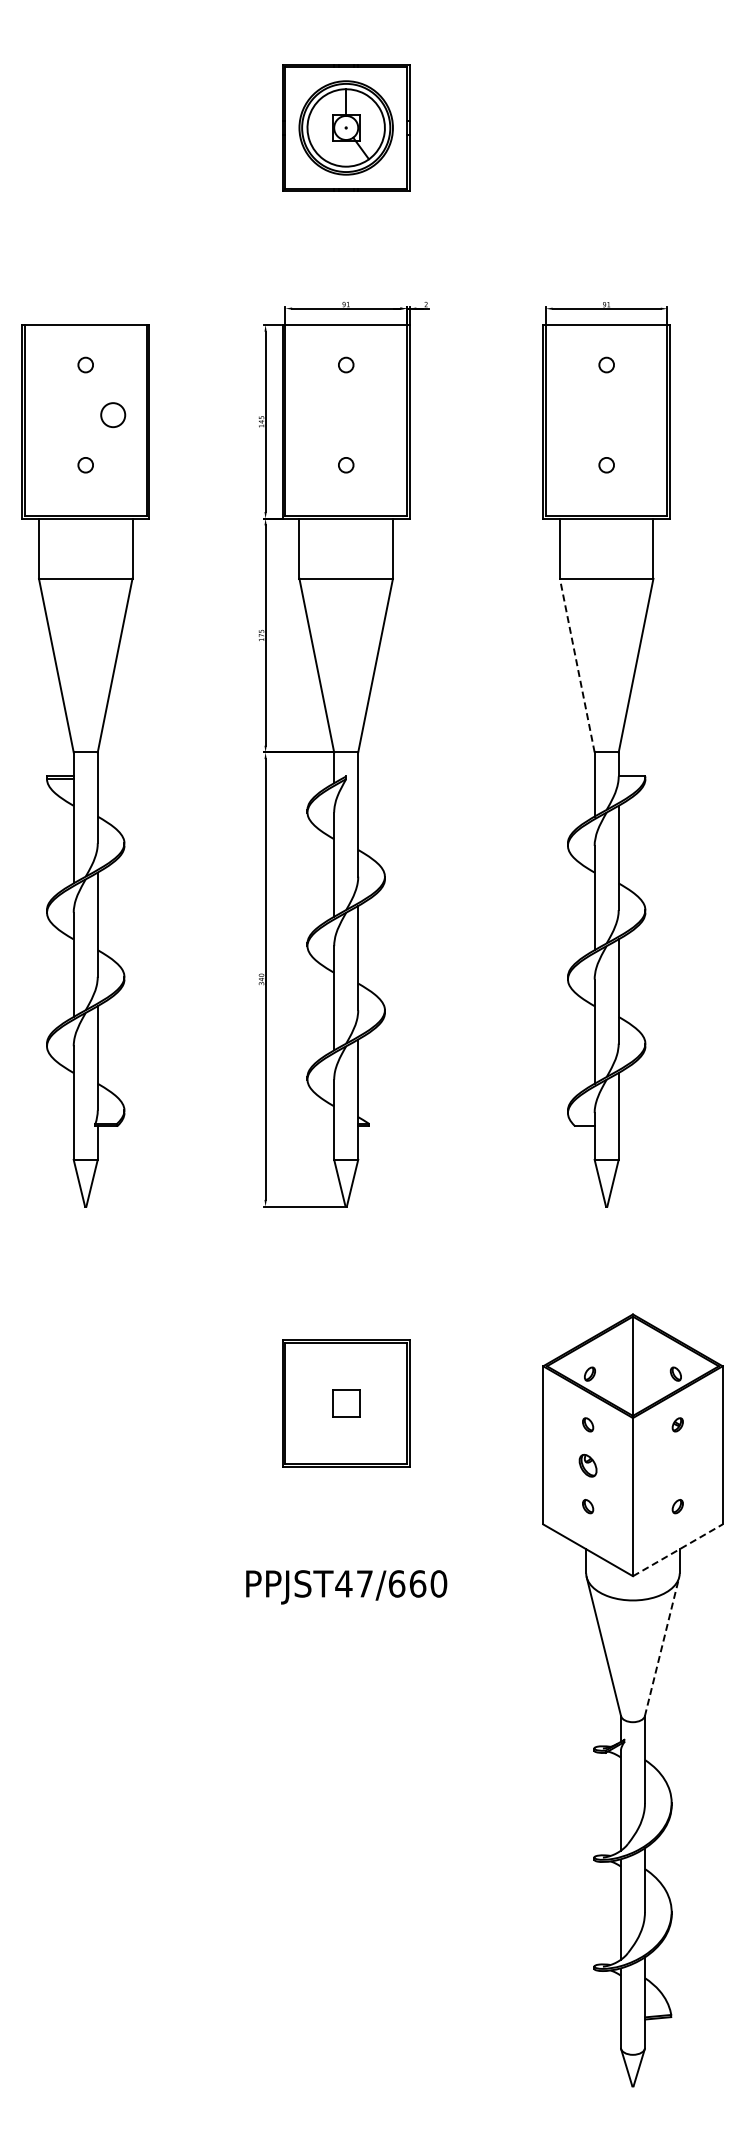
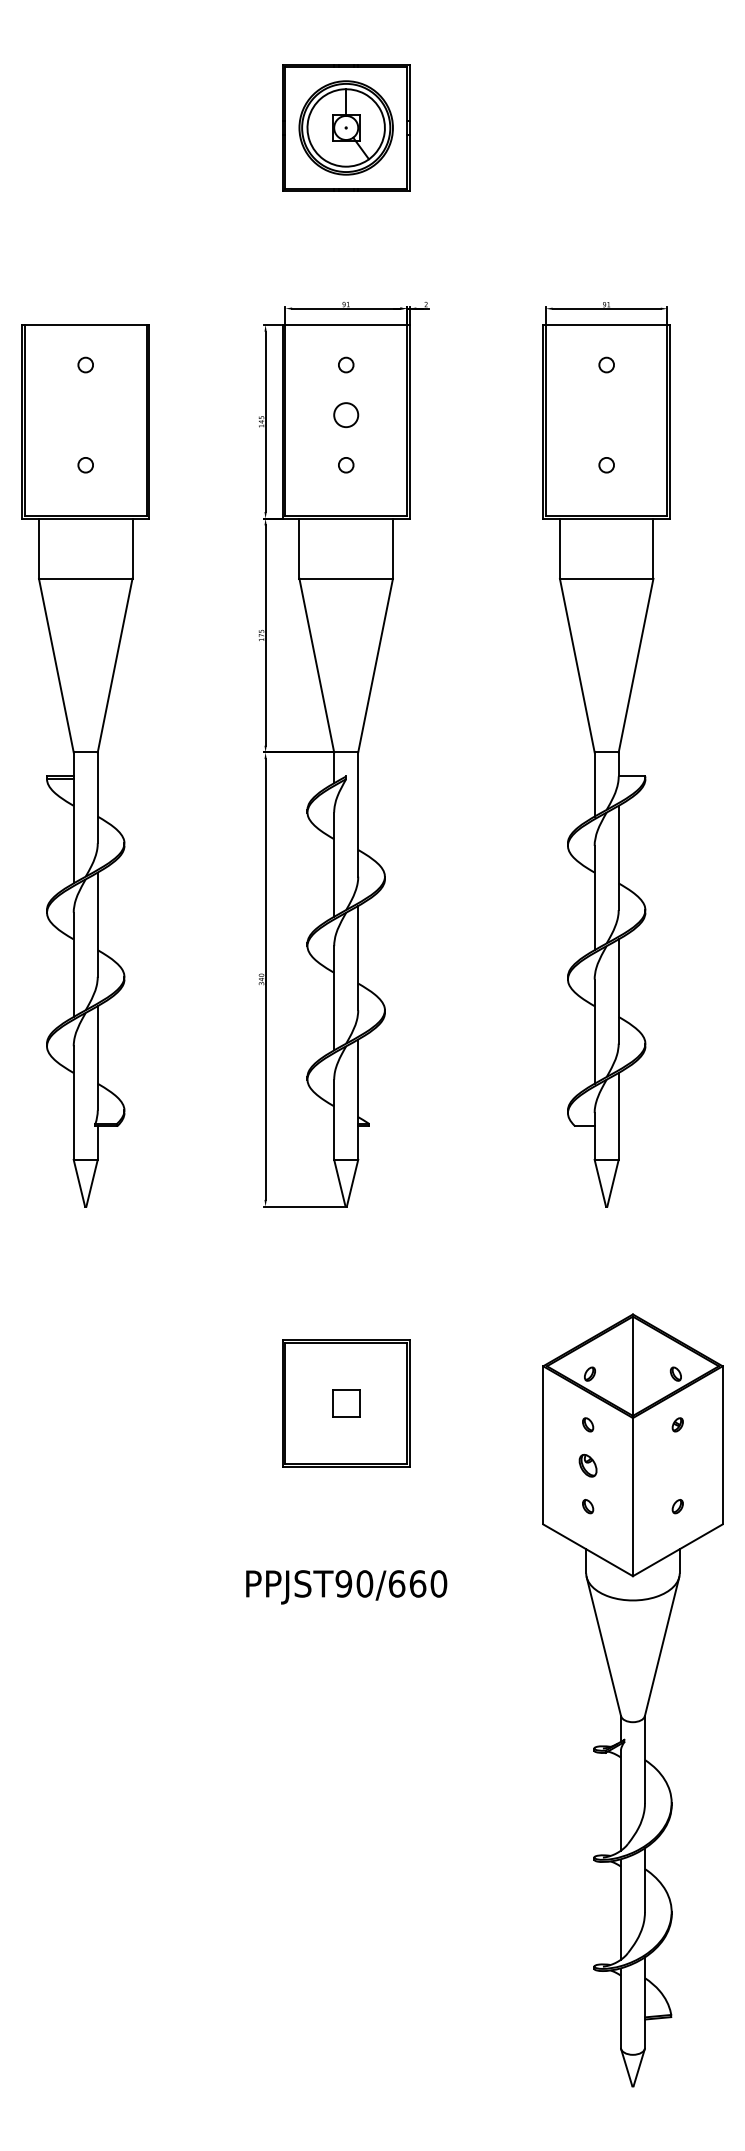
circle at (113, 415) position: (113, 415) -> (346, 415)
line at (577, 665): dashed -> solid
line at (677, 1550): dashed -> solid
text at (354, 1583): PPJST47/660 -> PPJST90/660
line at (662, 1646): dashed -> solid
